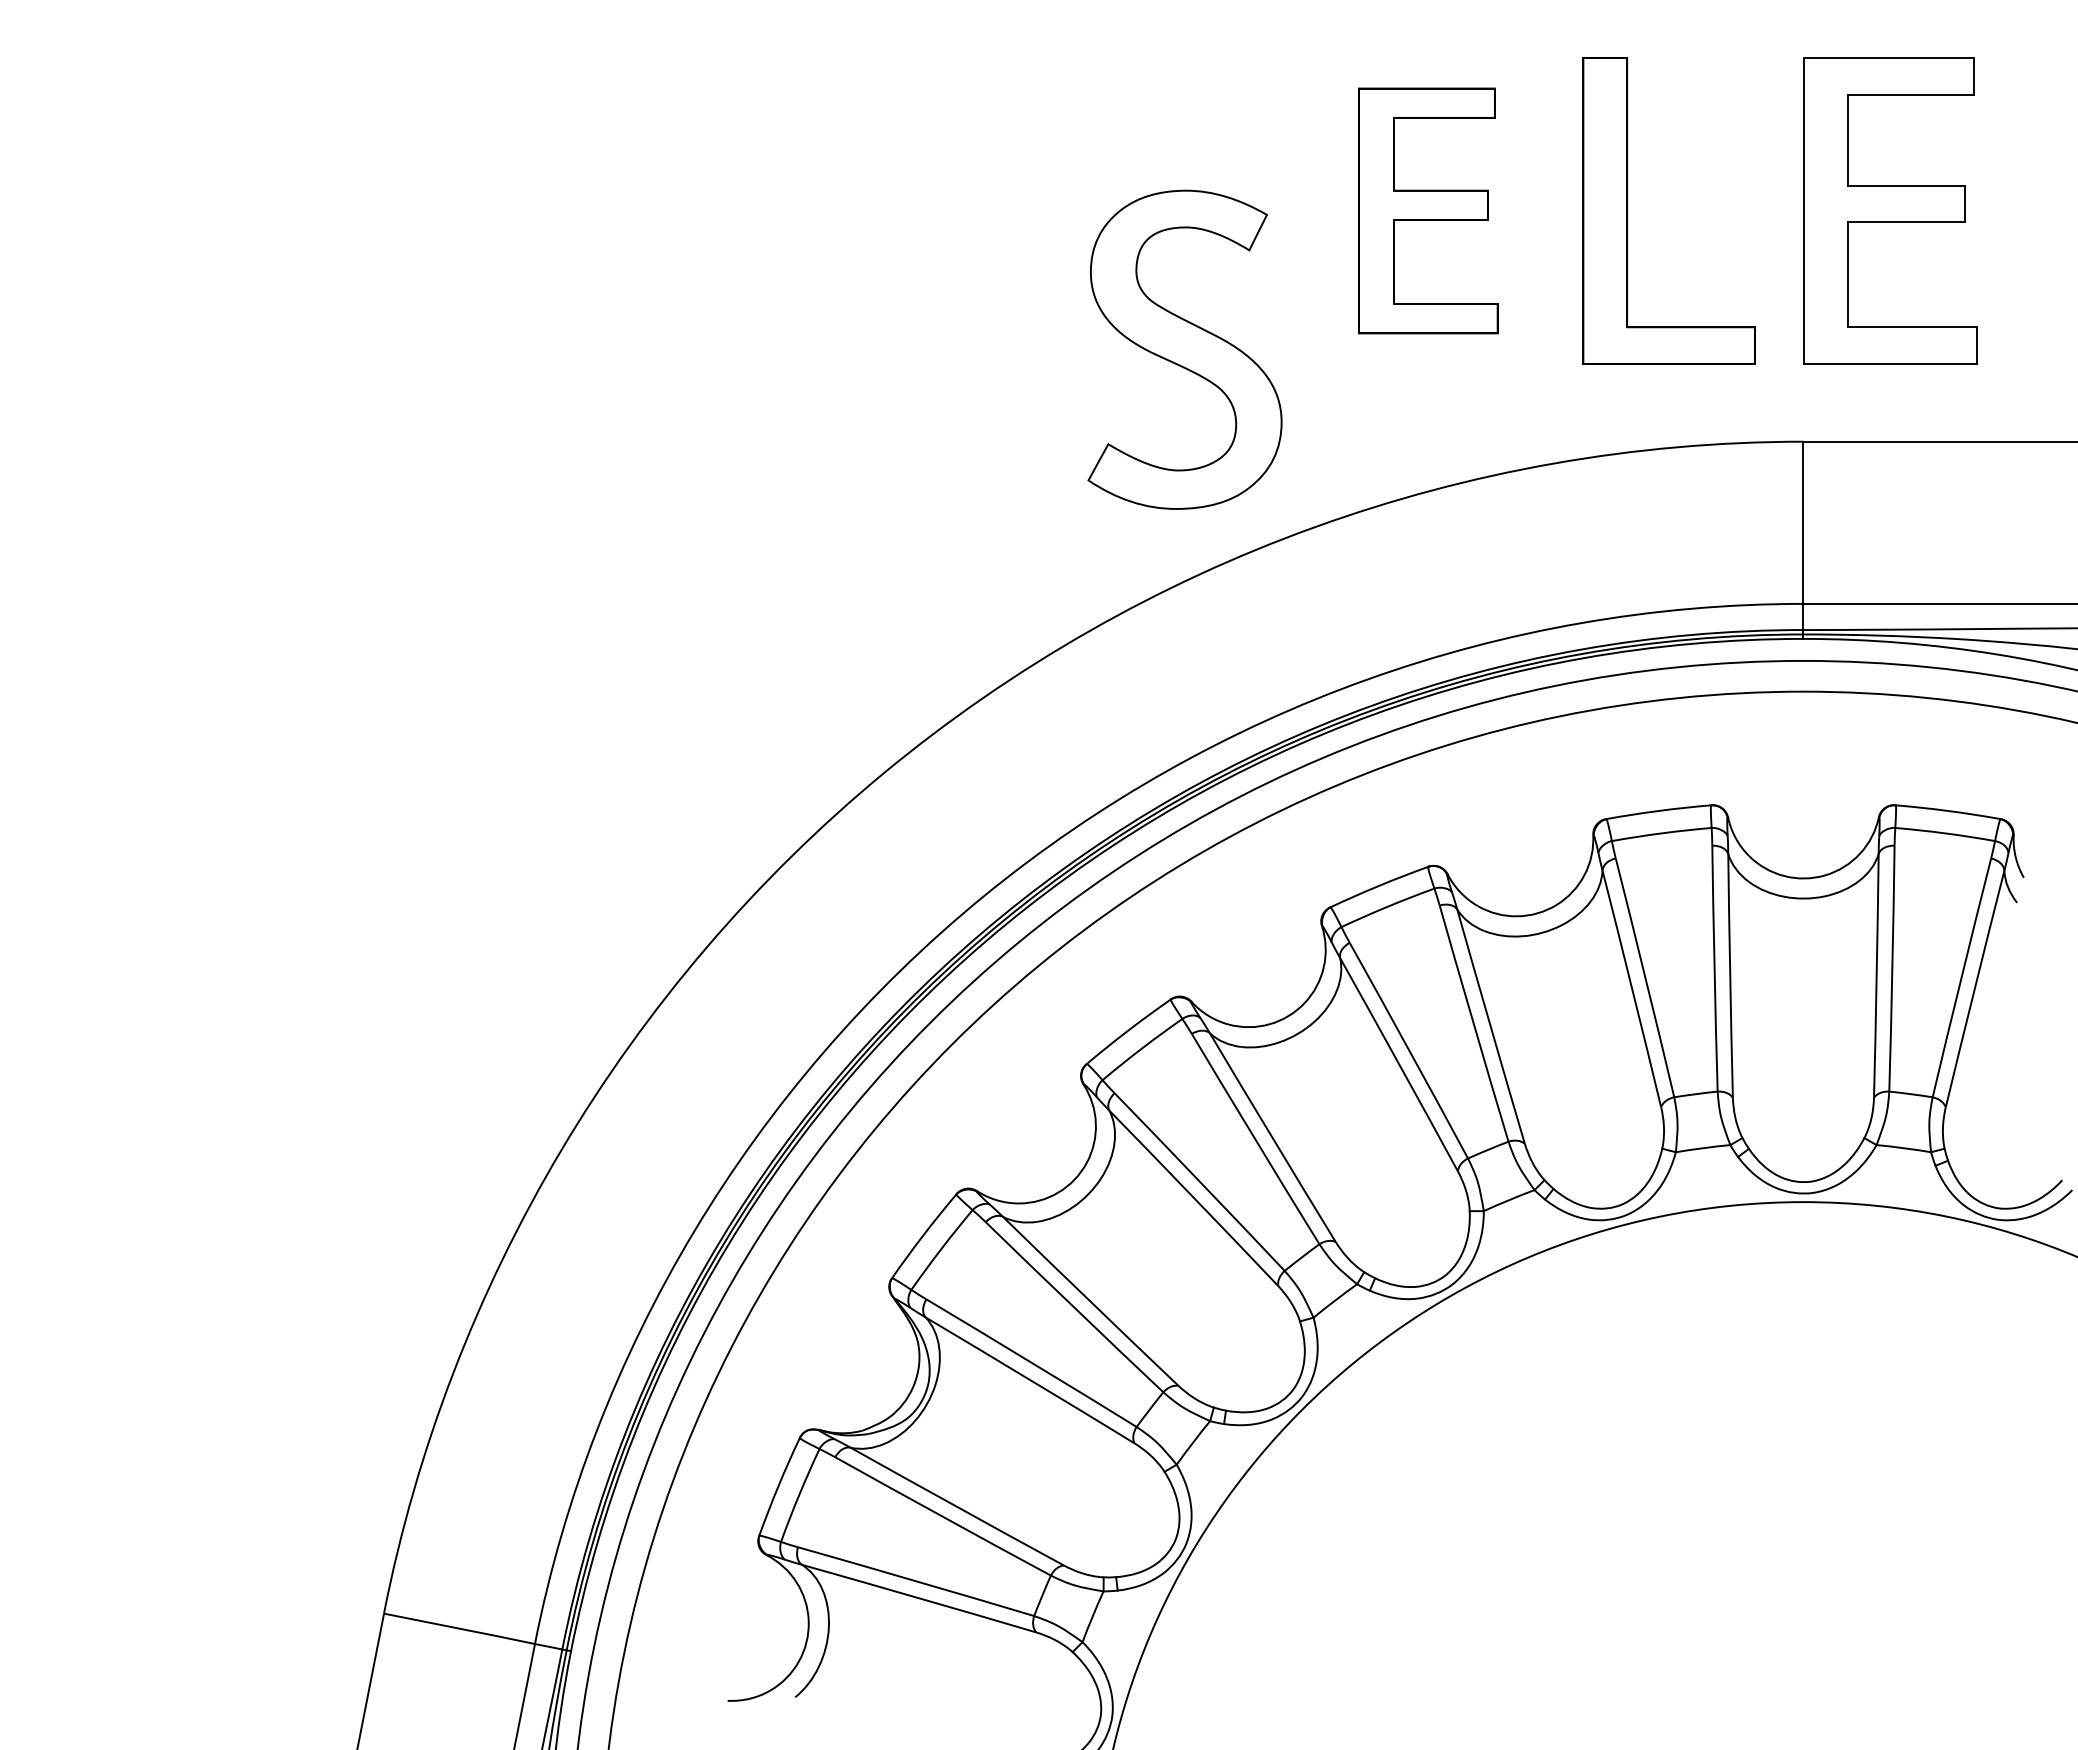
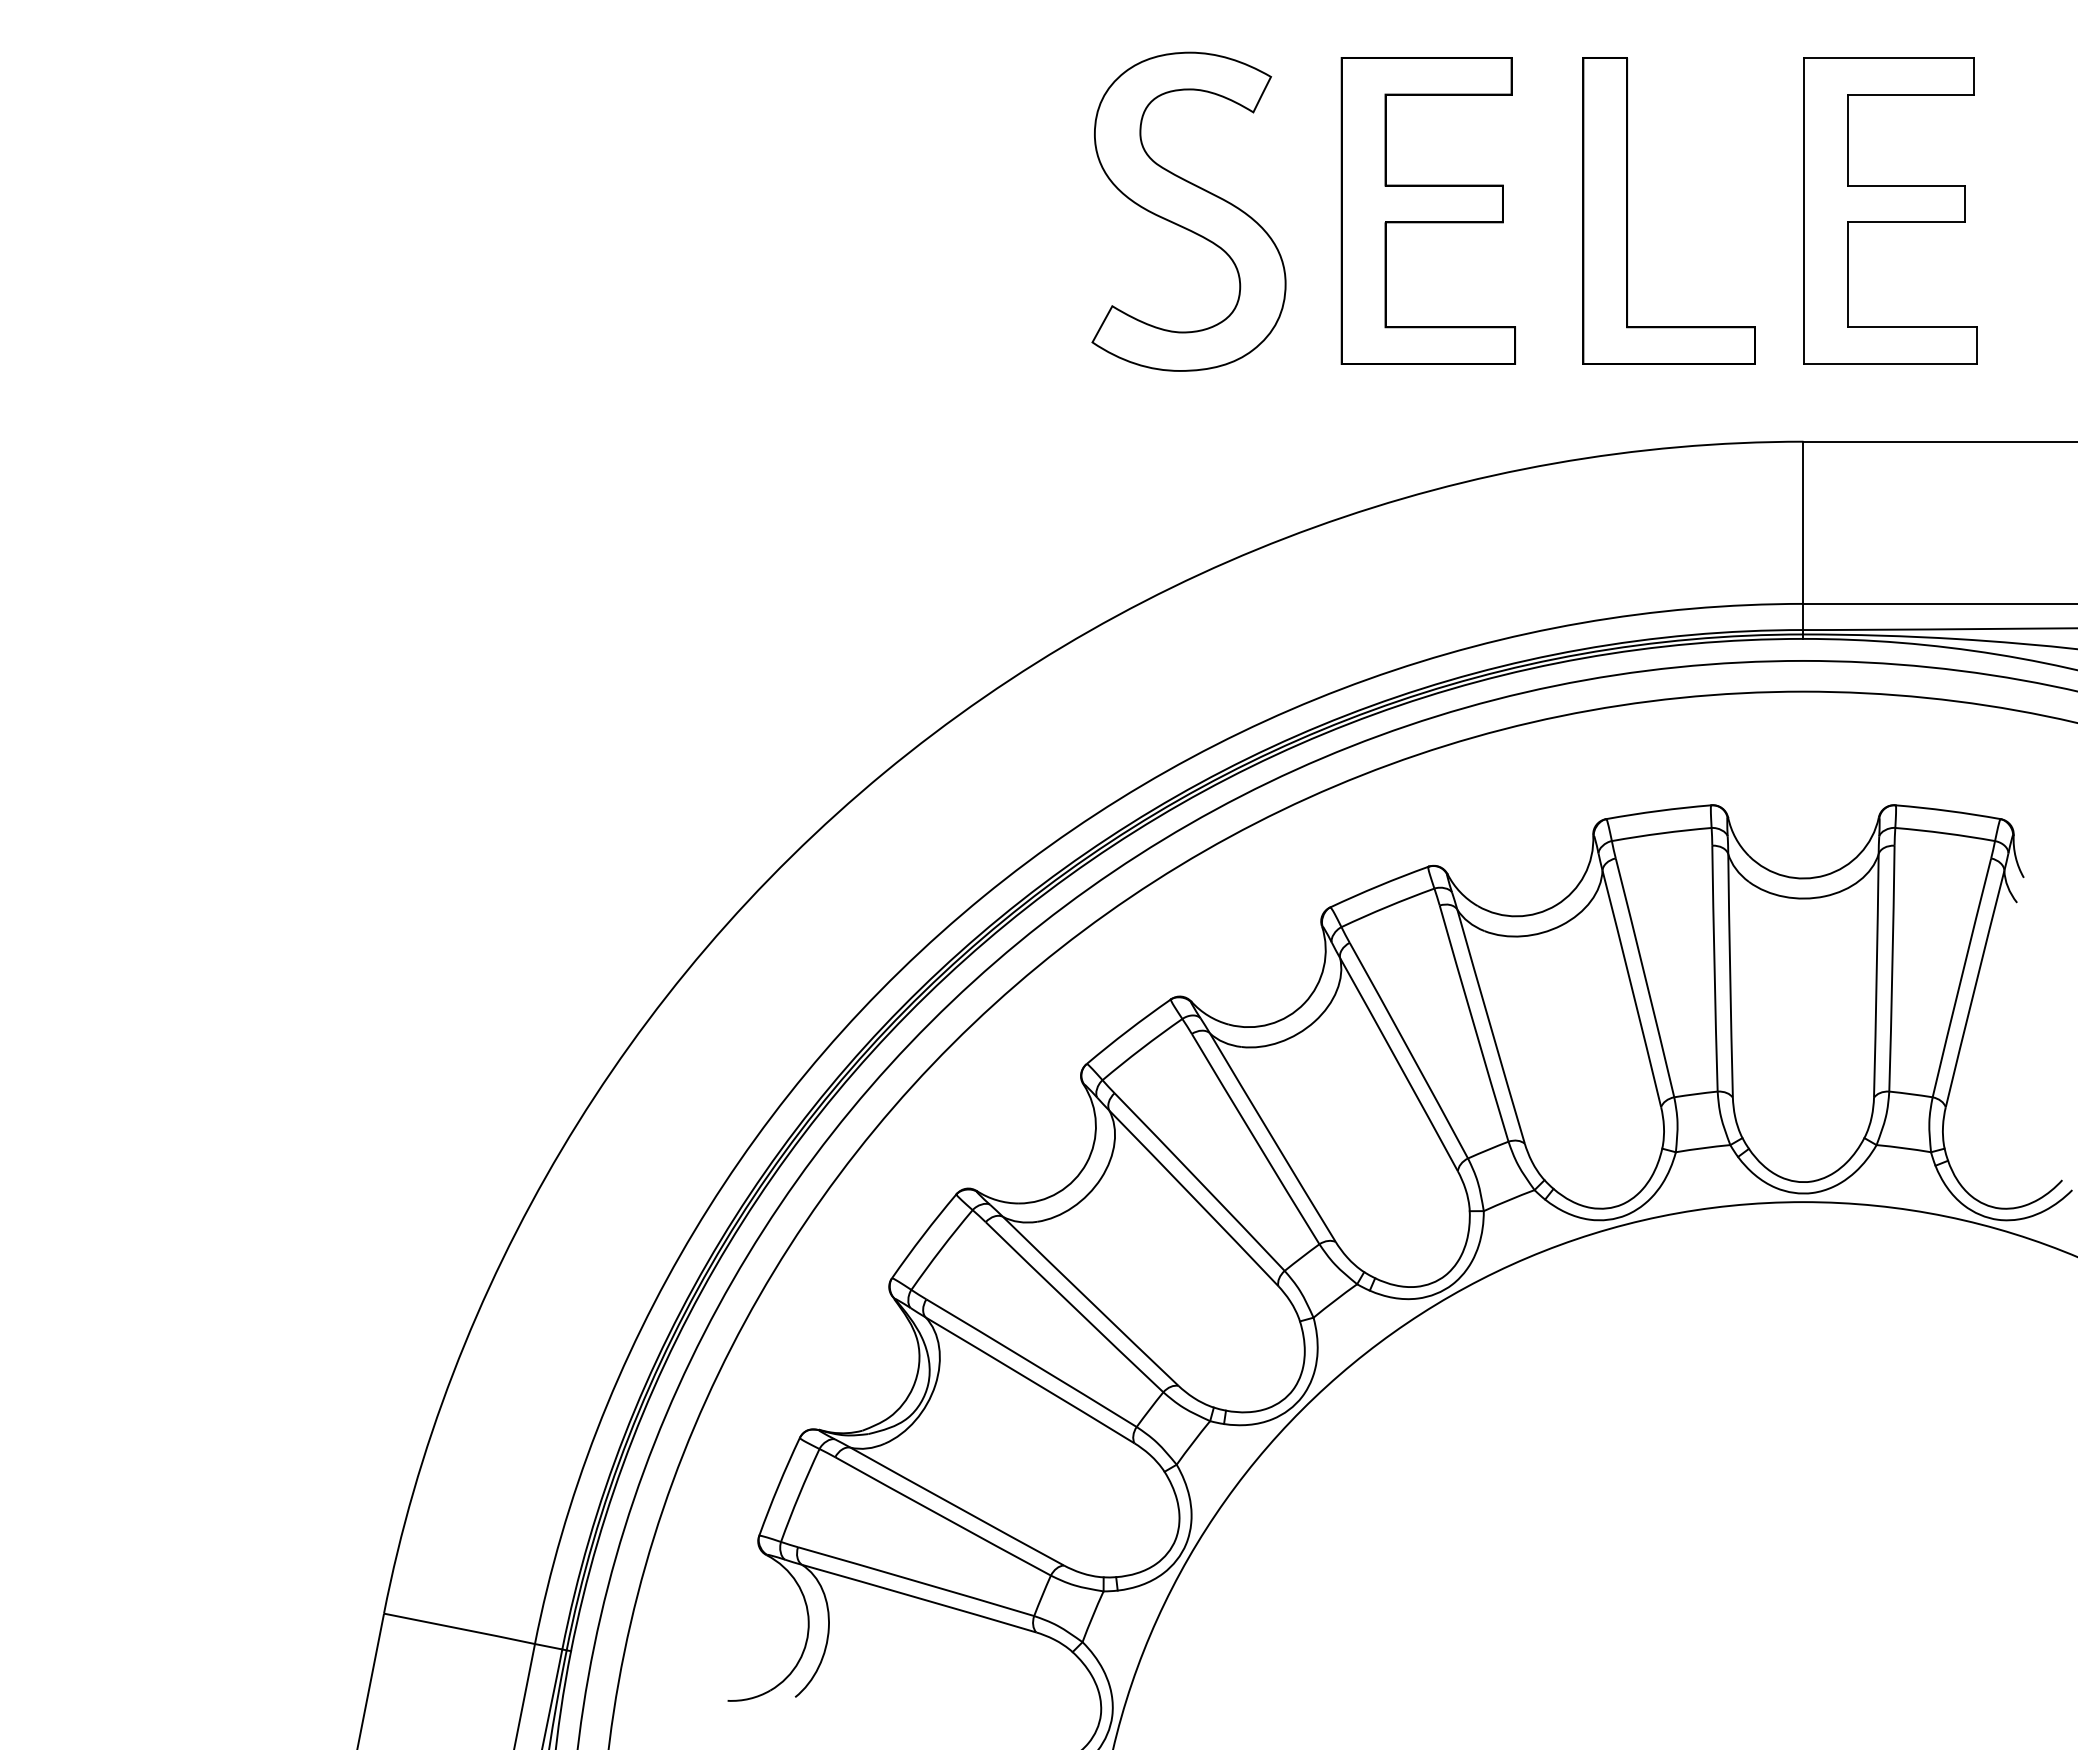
part at (1428, 210) size: 141x248 px -> 176x308 px
part at (1184, 349) position: (1184, 349) -> (1188, 211)
